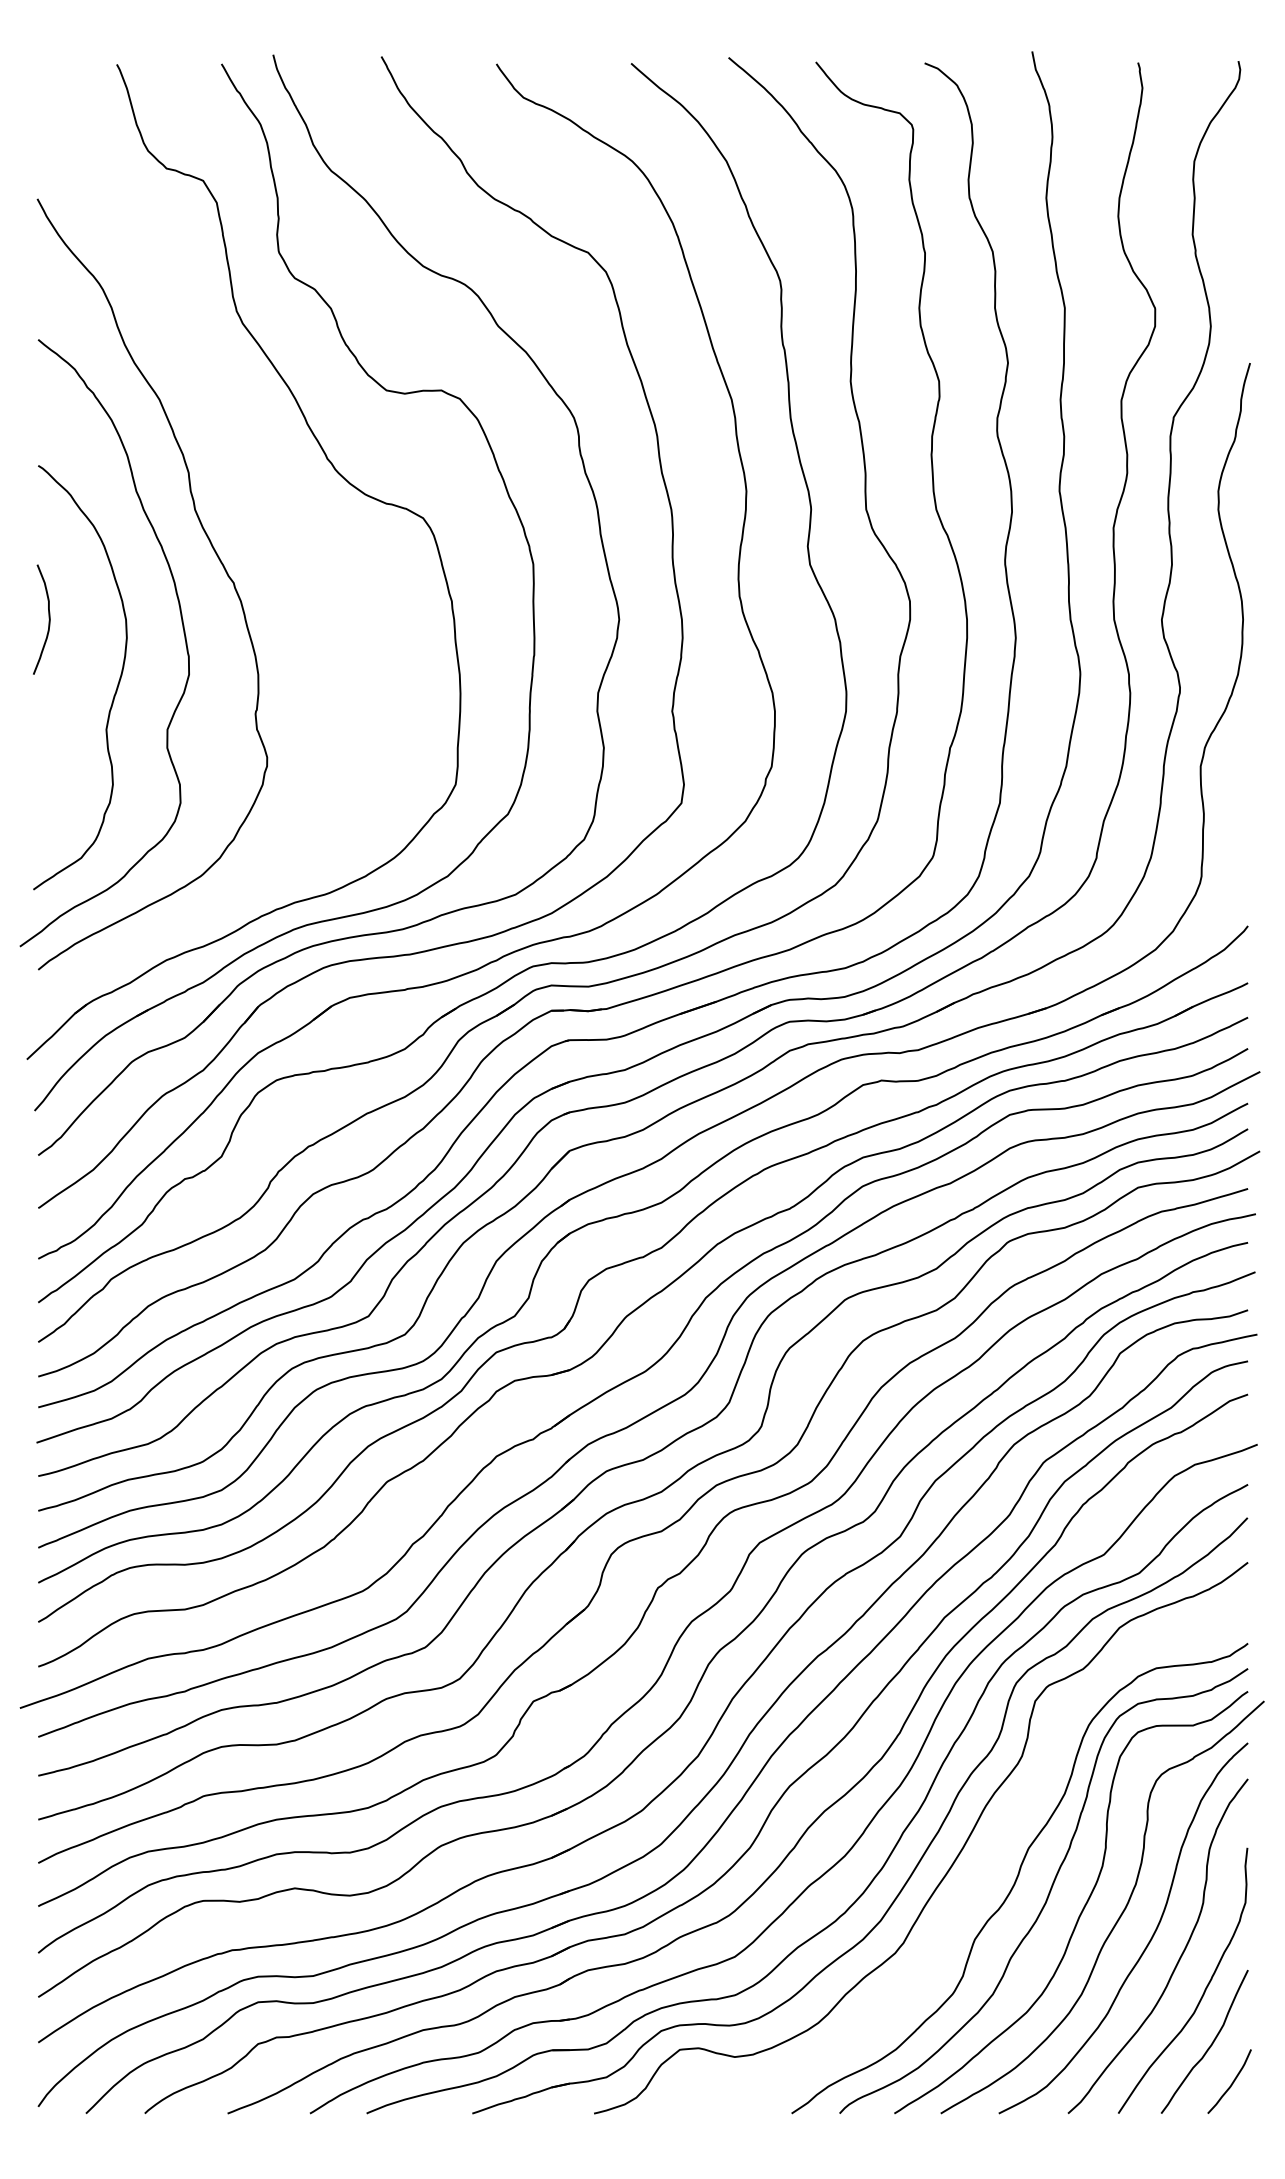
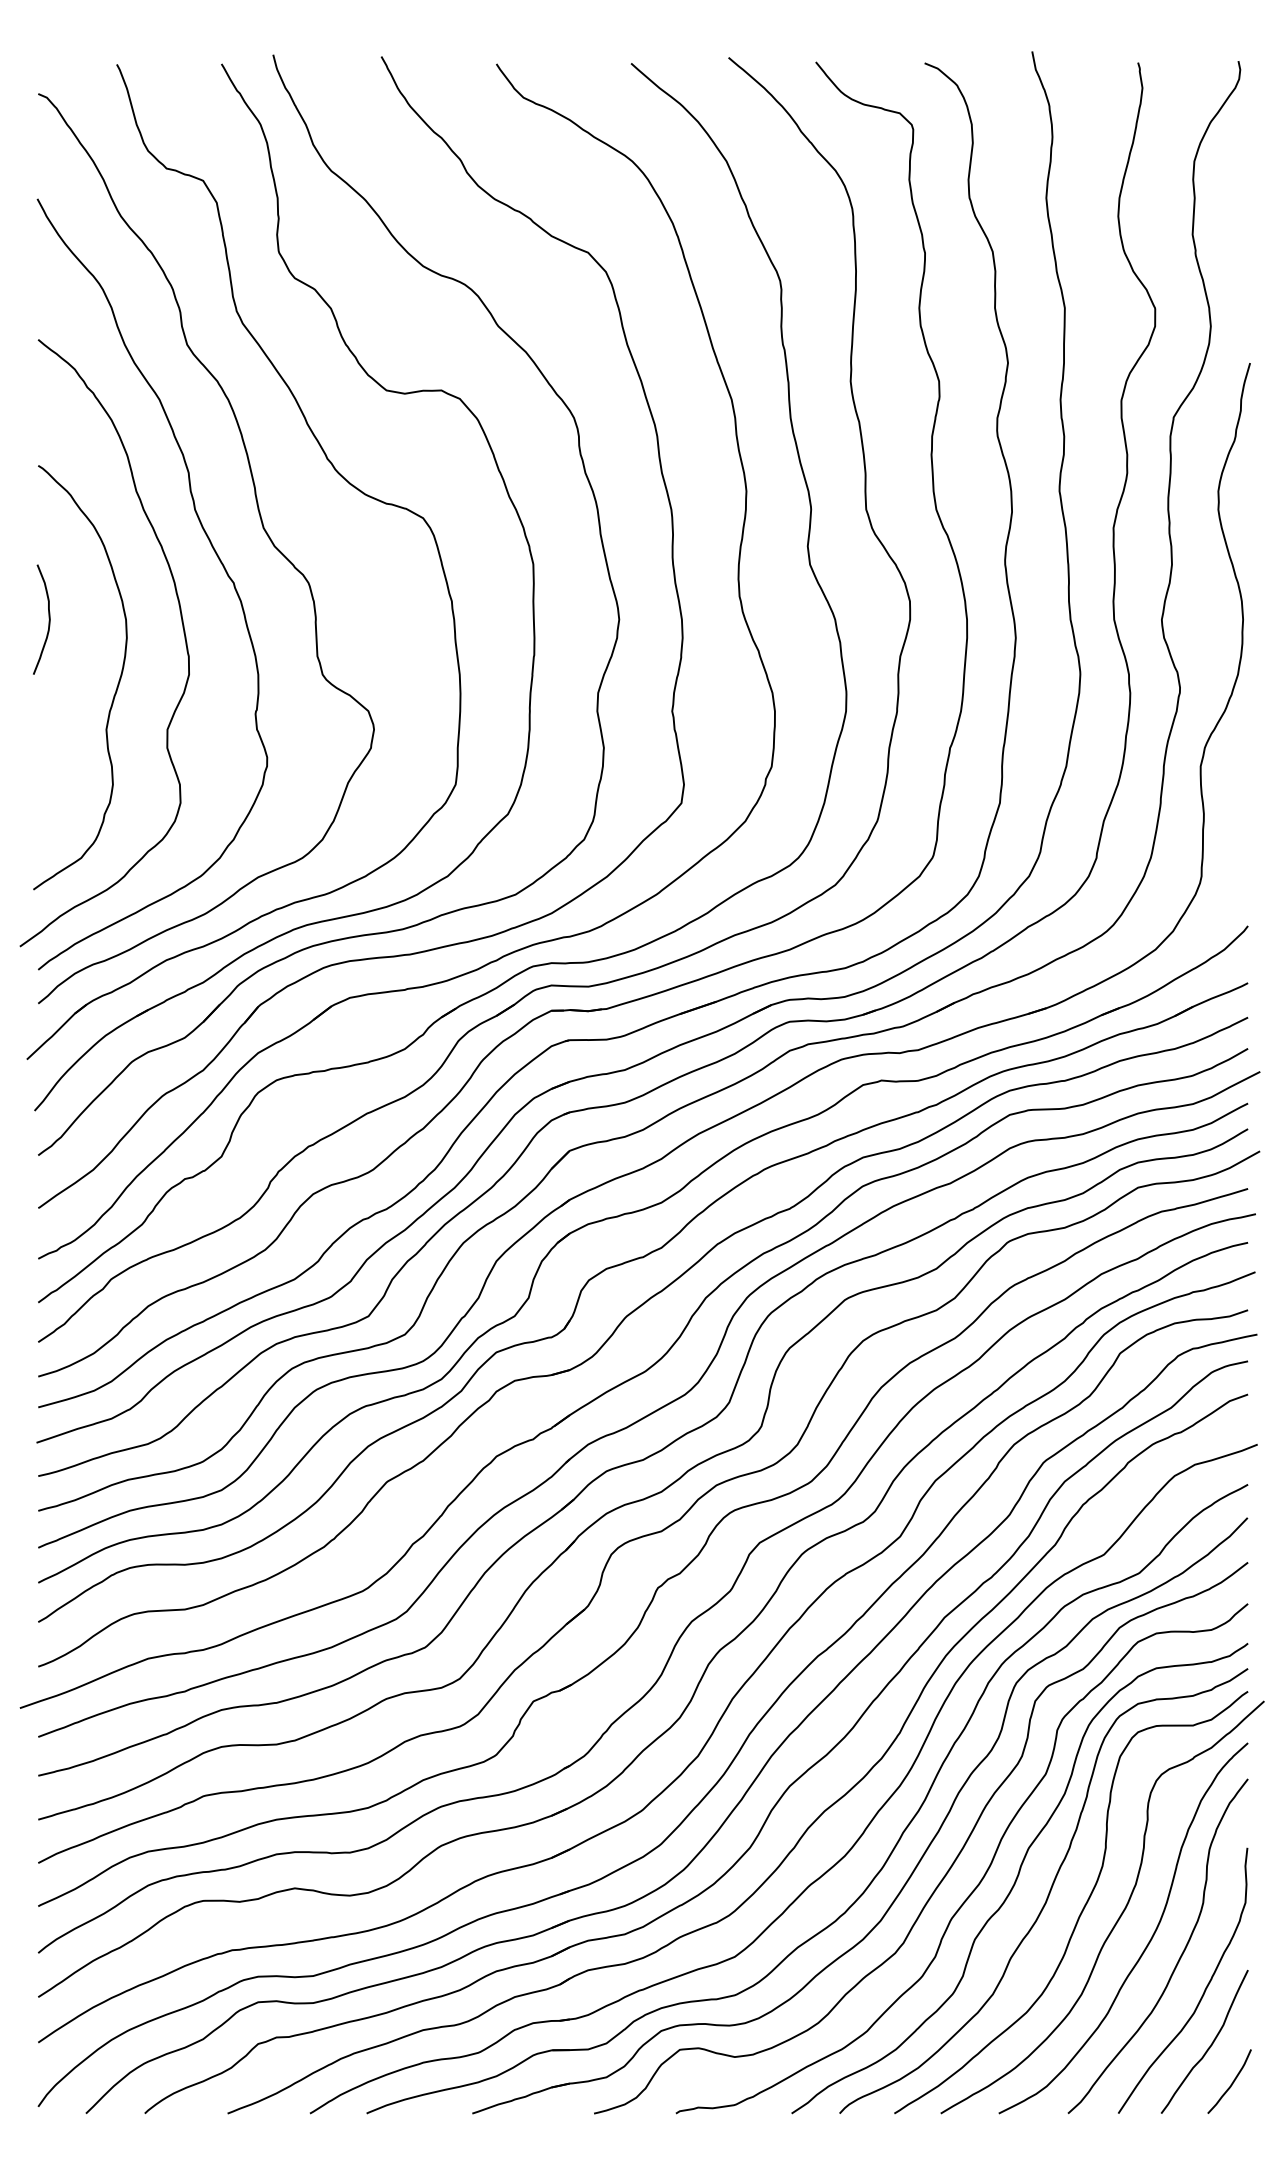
curve at (262, 528): none -> present
curve at (985, 1871): none -> present
